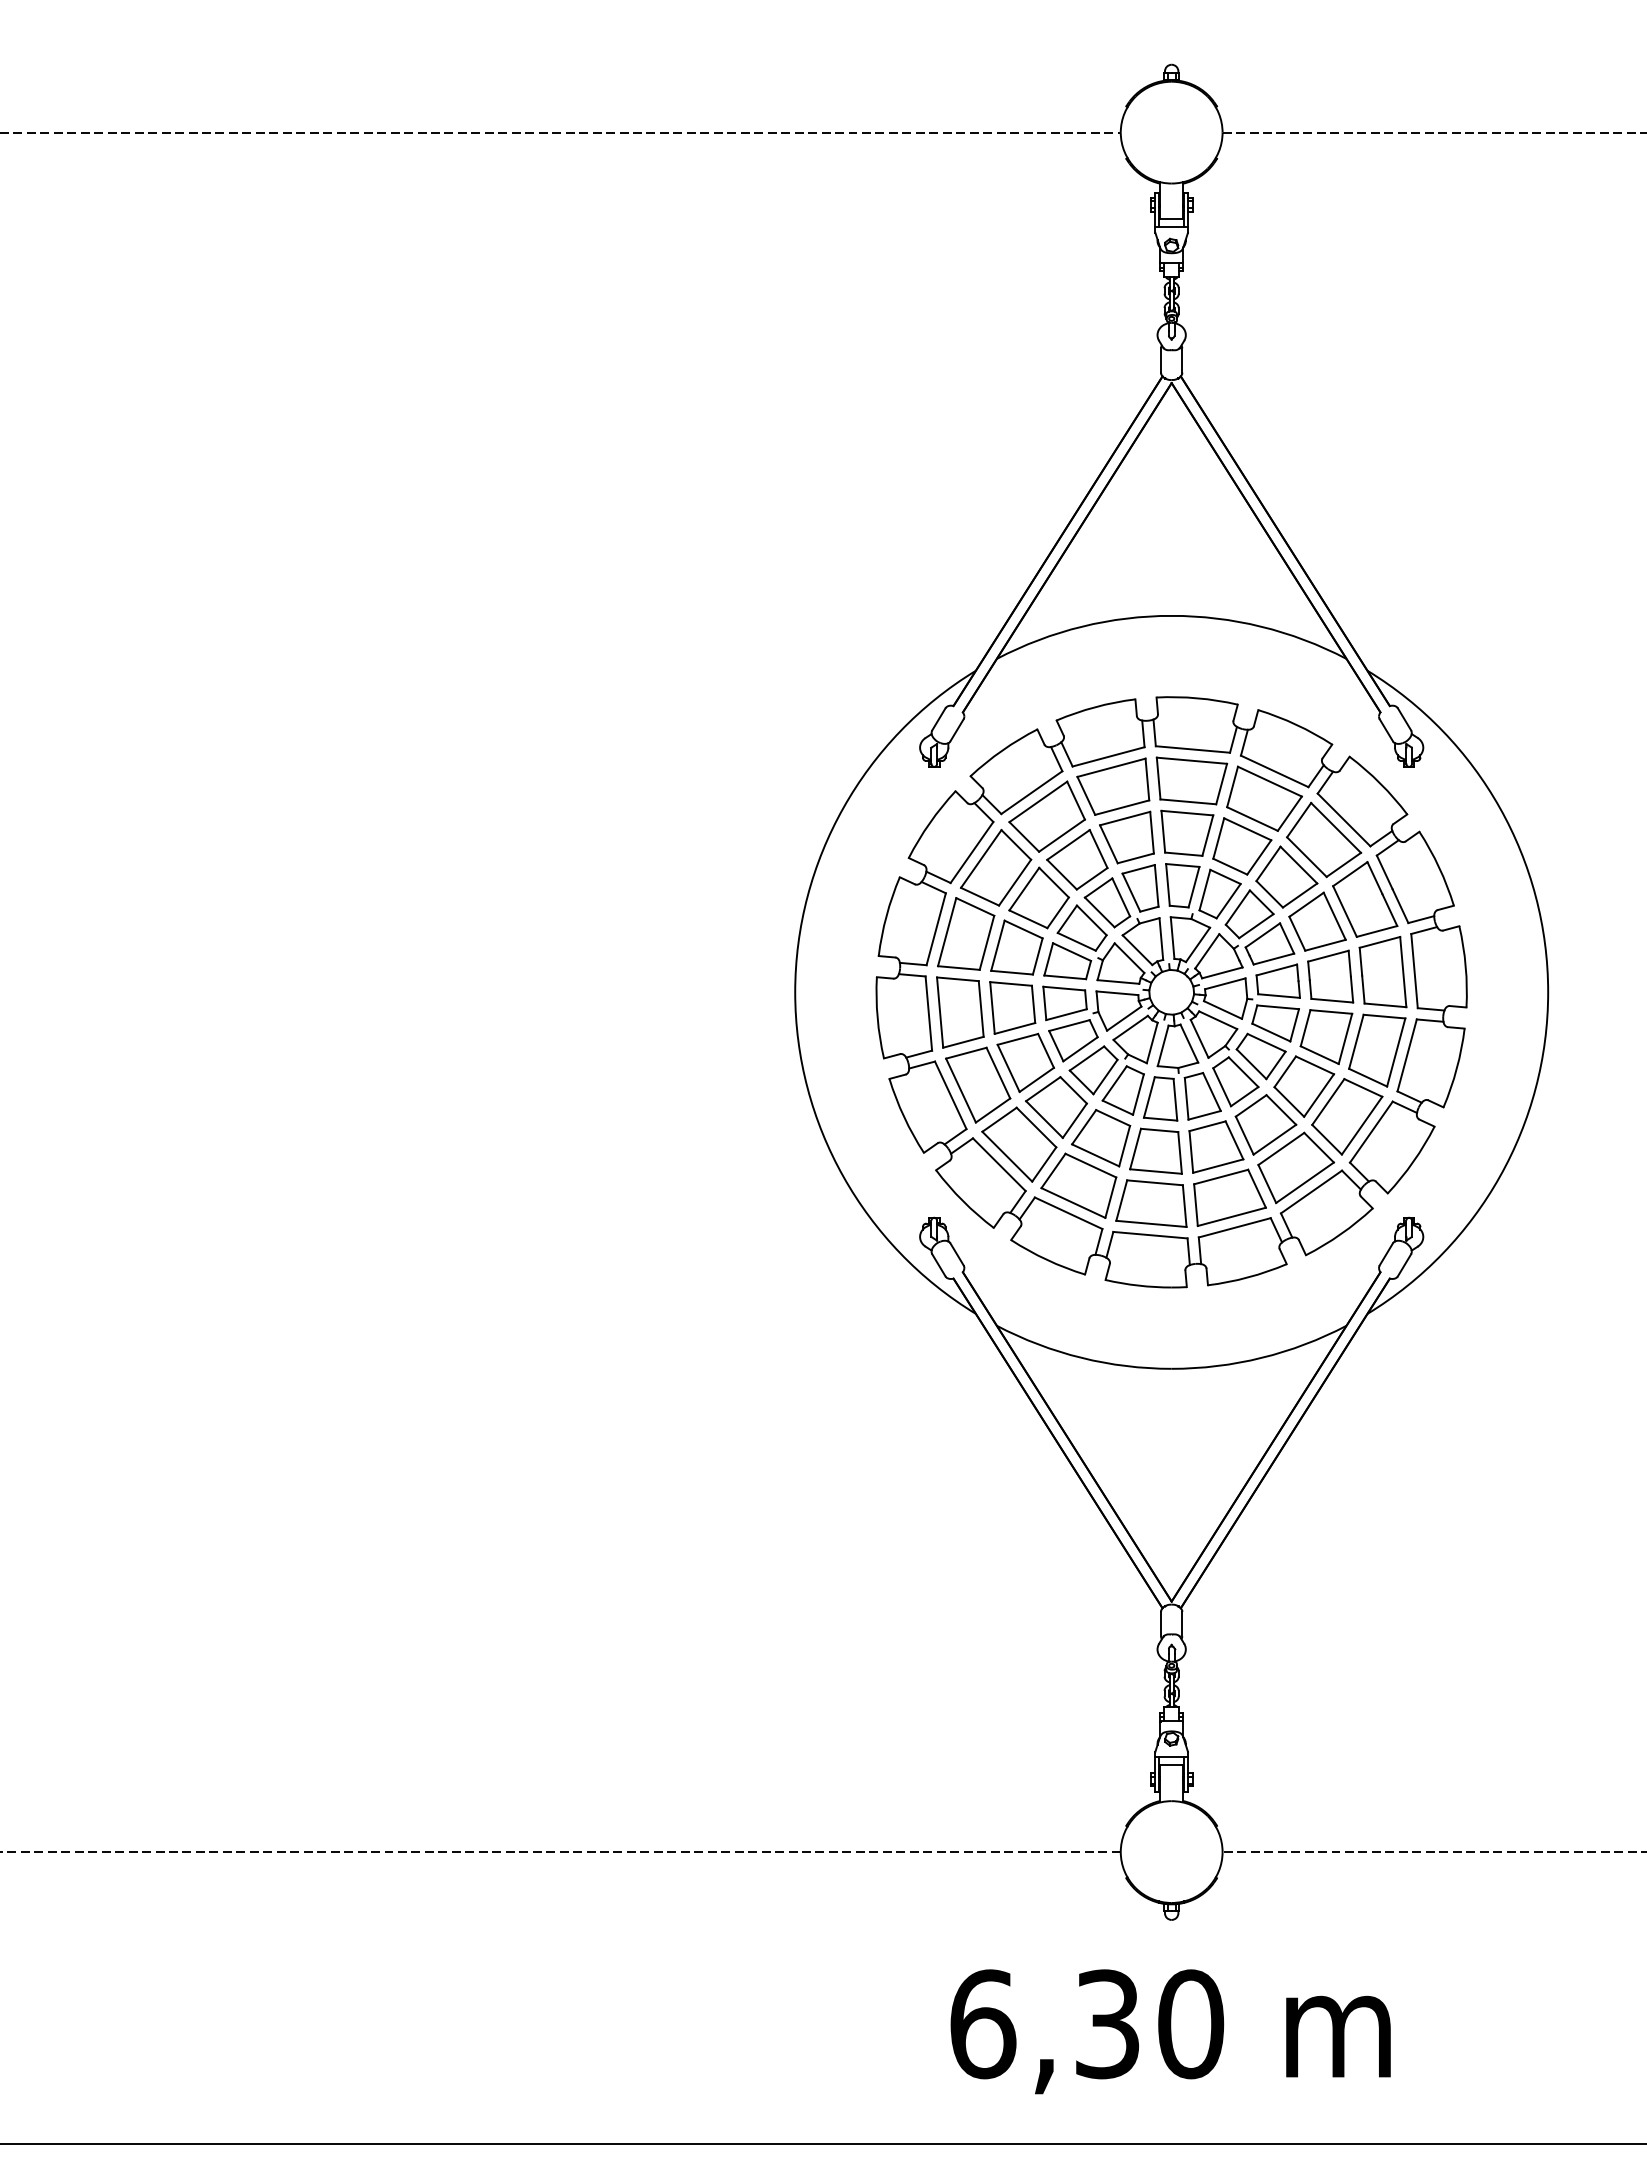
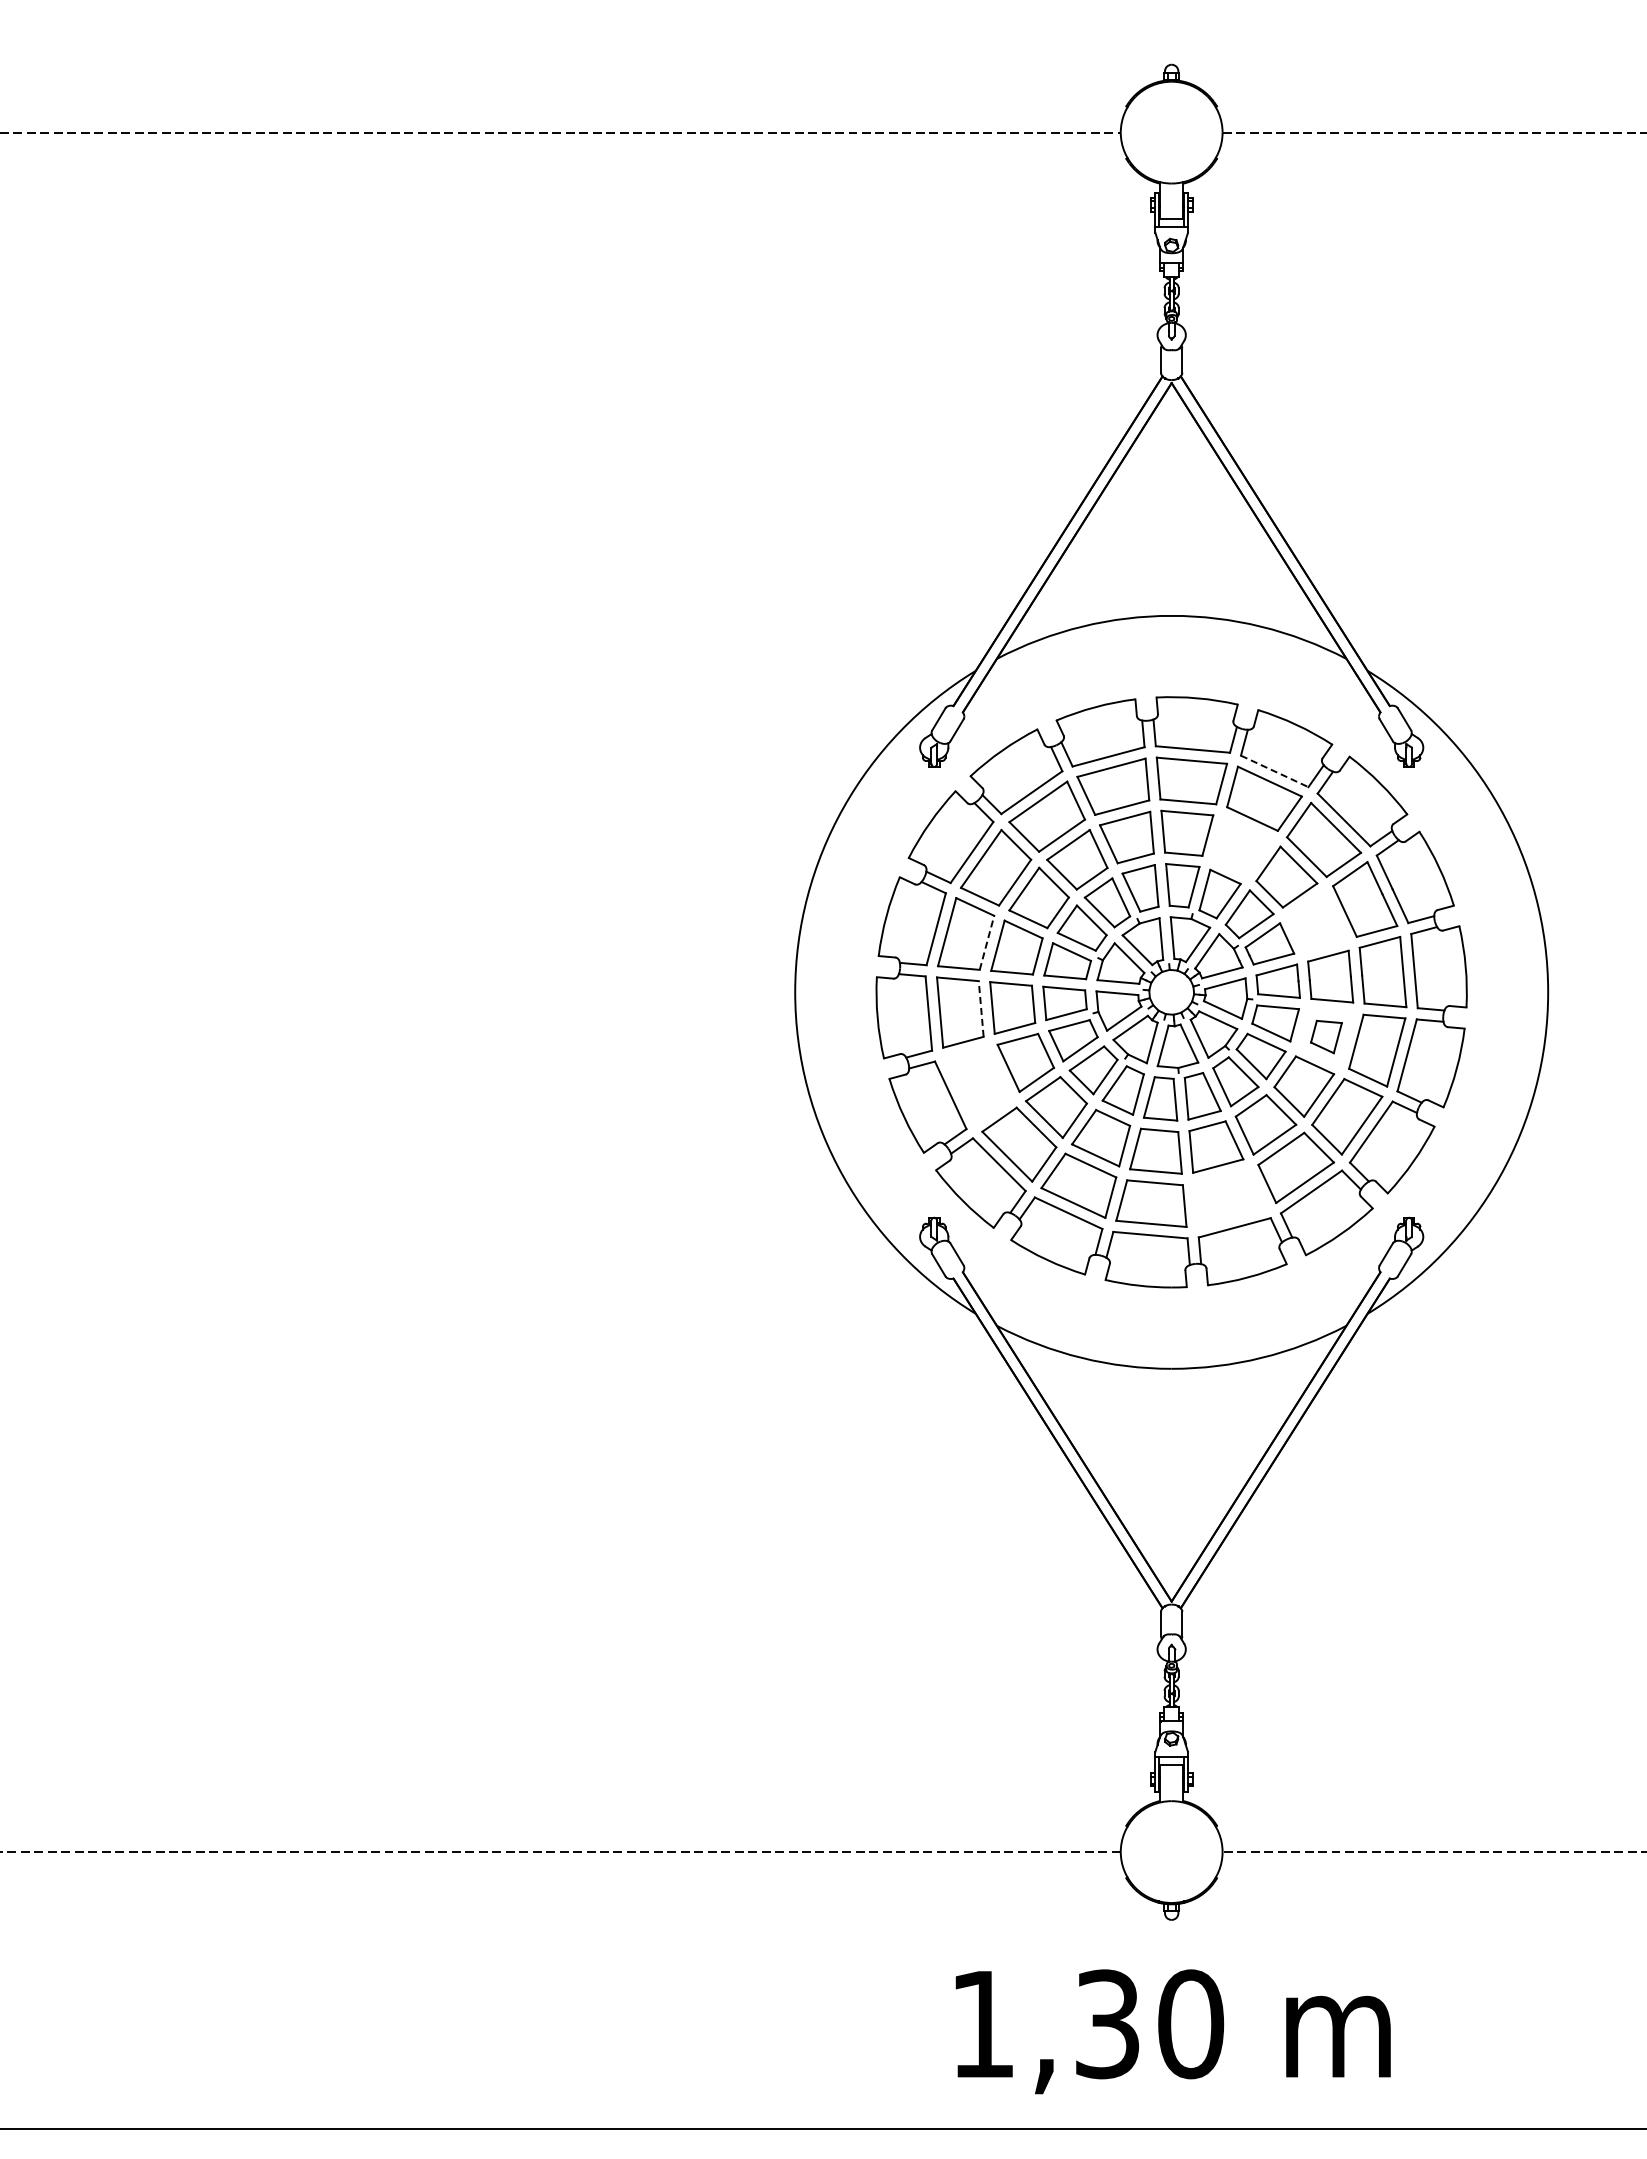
line at (1275, 771): solid -> dashed
part at (1242, 846): present -> none
part at (1317, 921): present -> none
line at (986, 942): solid -> dashed
line at (981, 1009): solid -> dashed
part at (1326, 1036) size: 55x56 px -> 33x36 px
part at (978, 1084): present -> none
part at (1229, 1197): present -> none
text at (983, 2024): 6,30 -> 1,30
line at (822, 2143) position: (822, 2143) -> (822, 2128)
